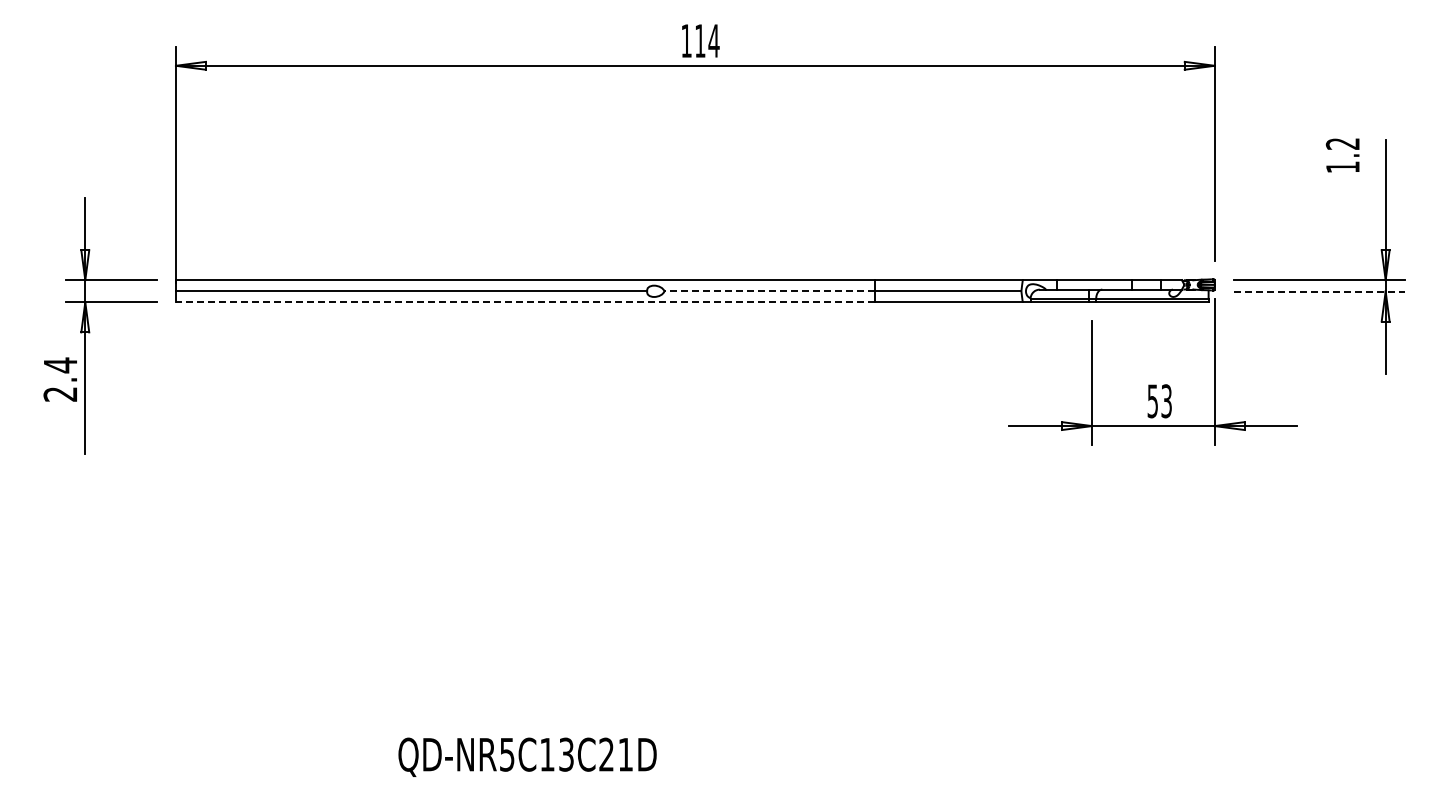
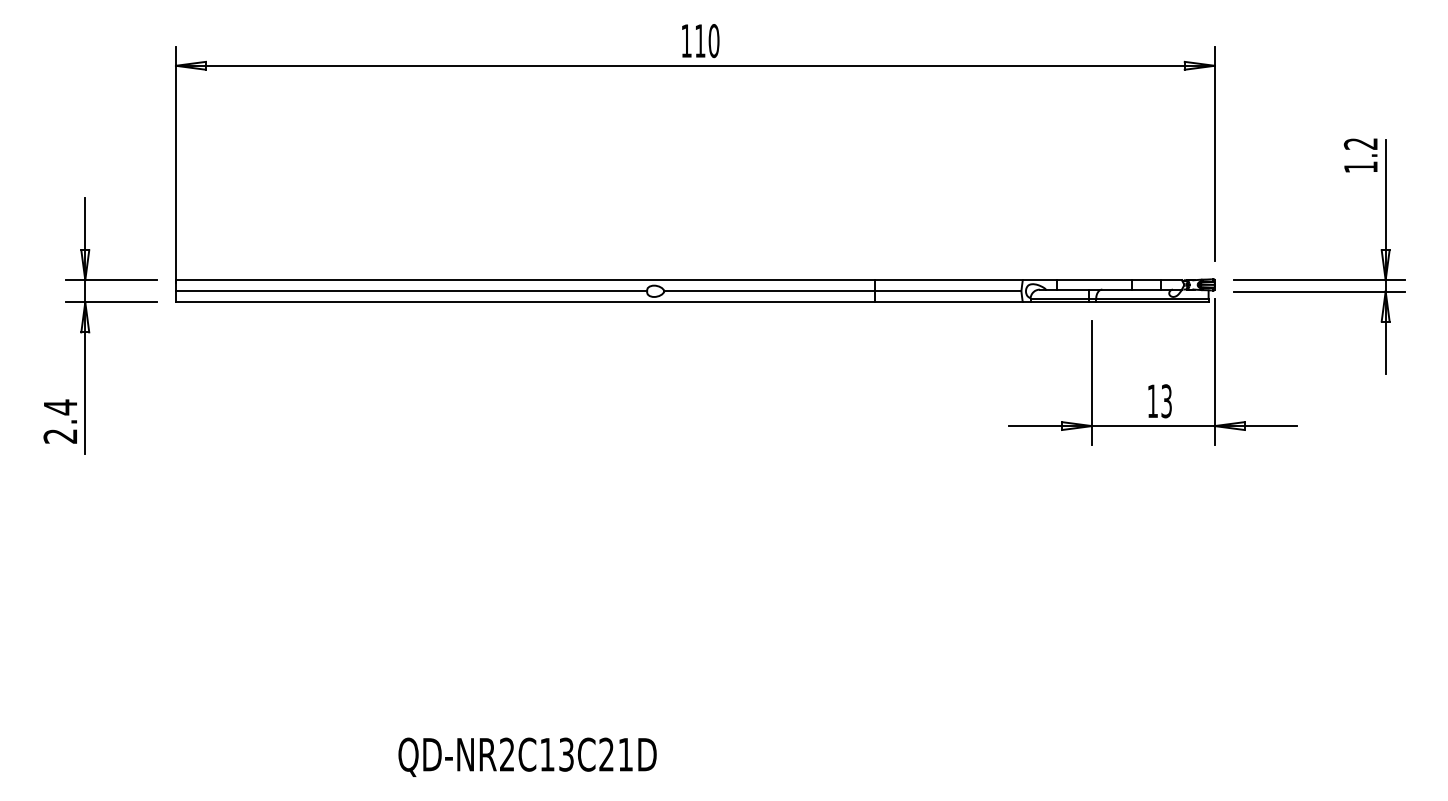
text at (713, 41): 114 -> 110
text at (1342, 155) position: (1342, 155) -> (1360, 155)
line at (769, 291): dashed -> solid
line at (1319, 291): dashed -> solid
line at (524, 302): dashed -> solid
text at (59, 379) position: (59, 379) -> (59, 421)
text at (1152, 401): 53 -> 13
text at (507, 754): QD-NR5C13C21D -> QD-NR2C13C21D
